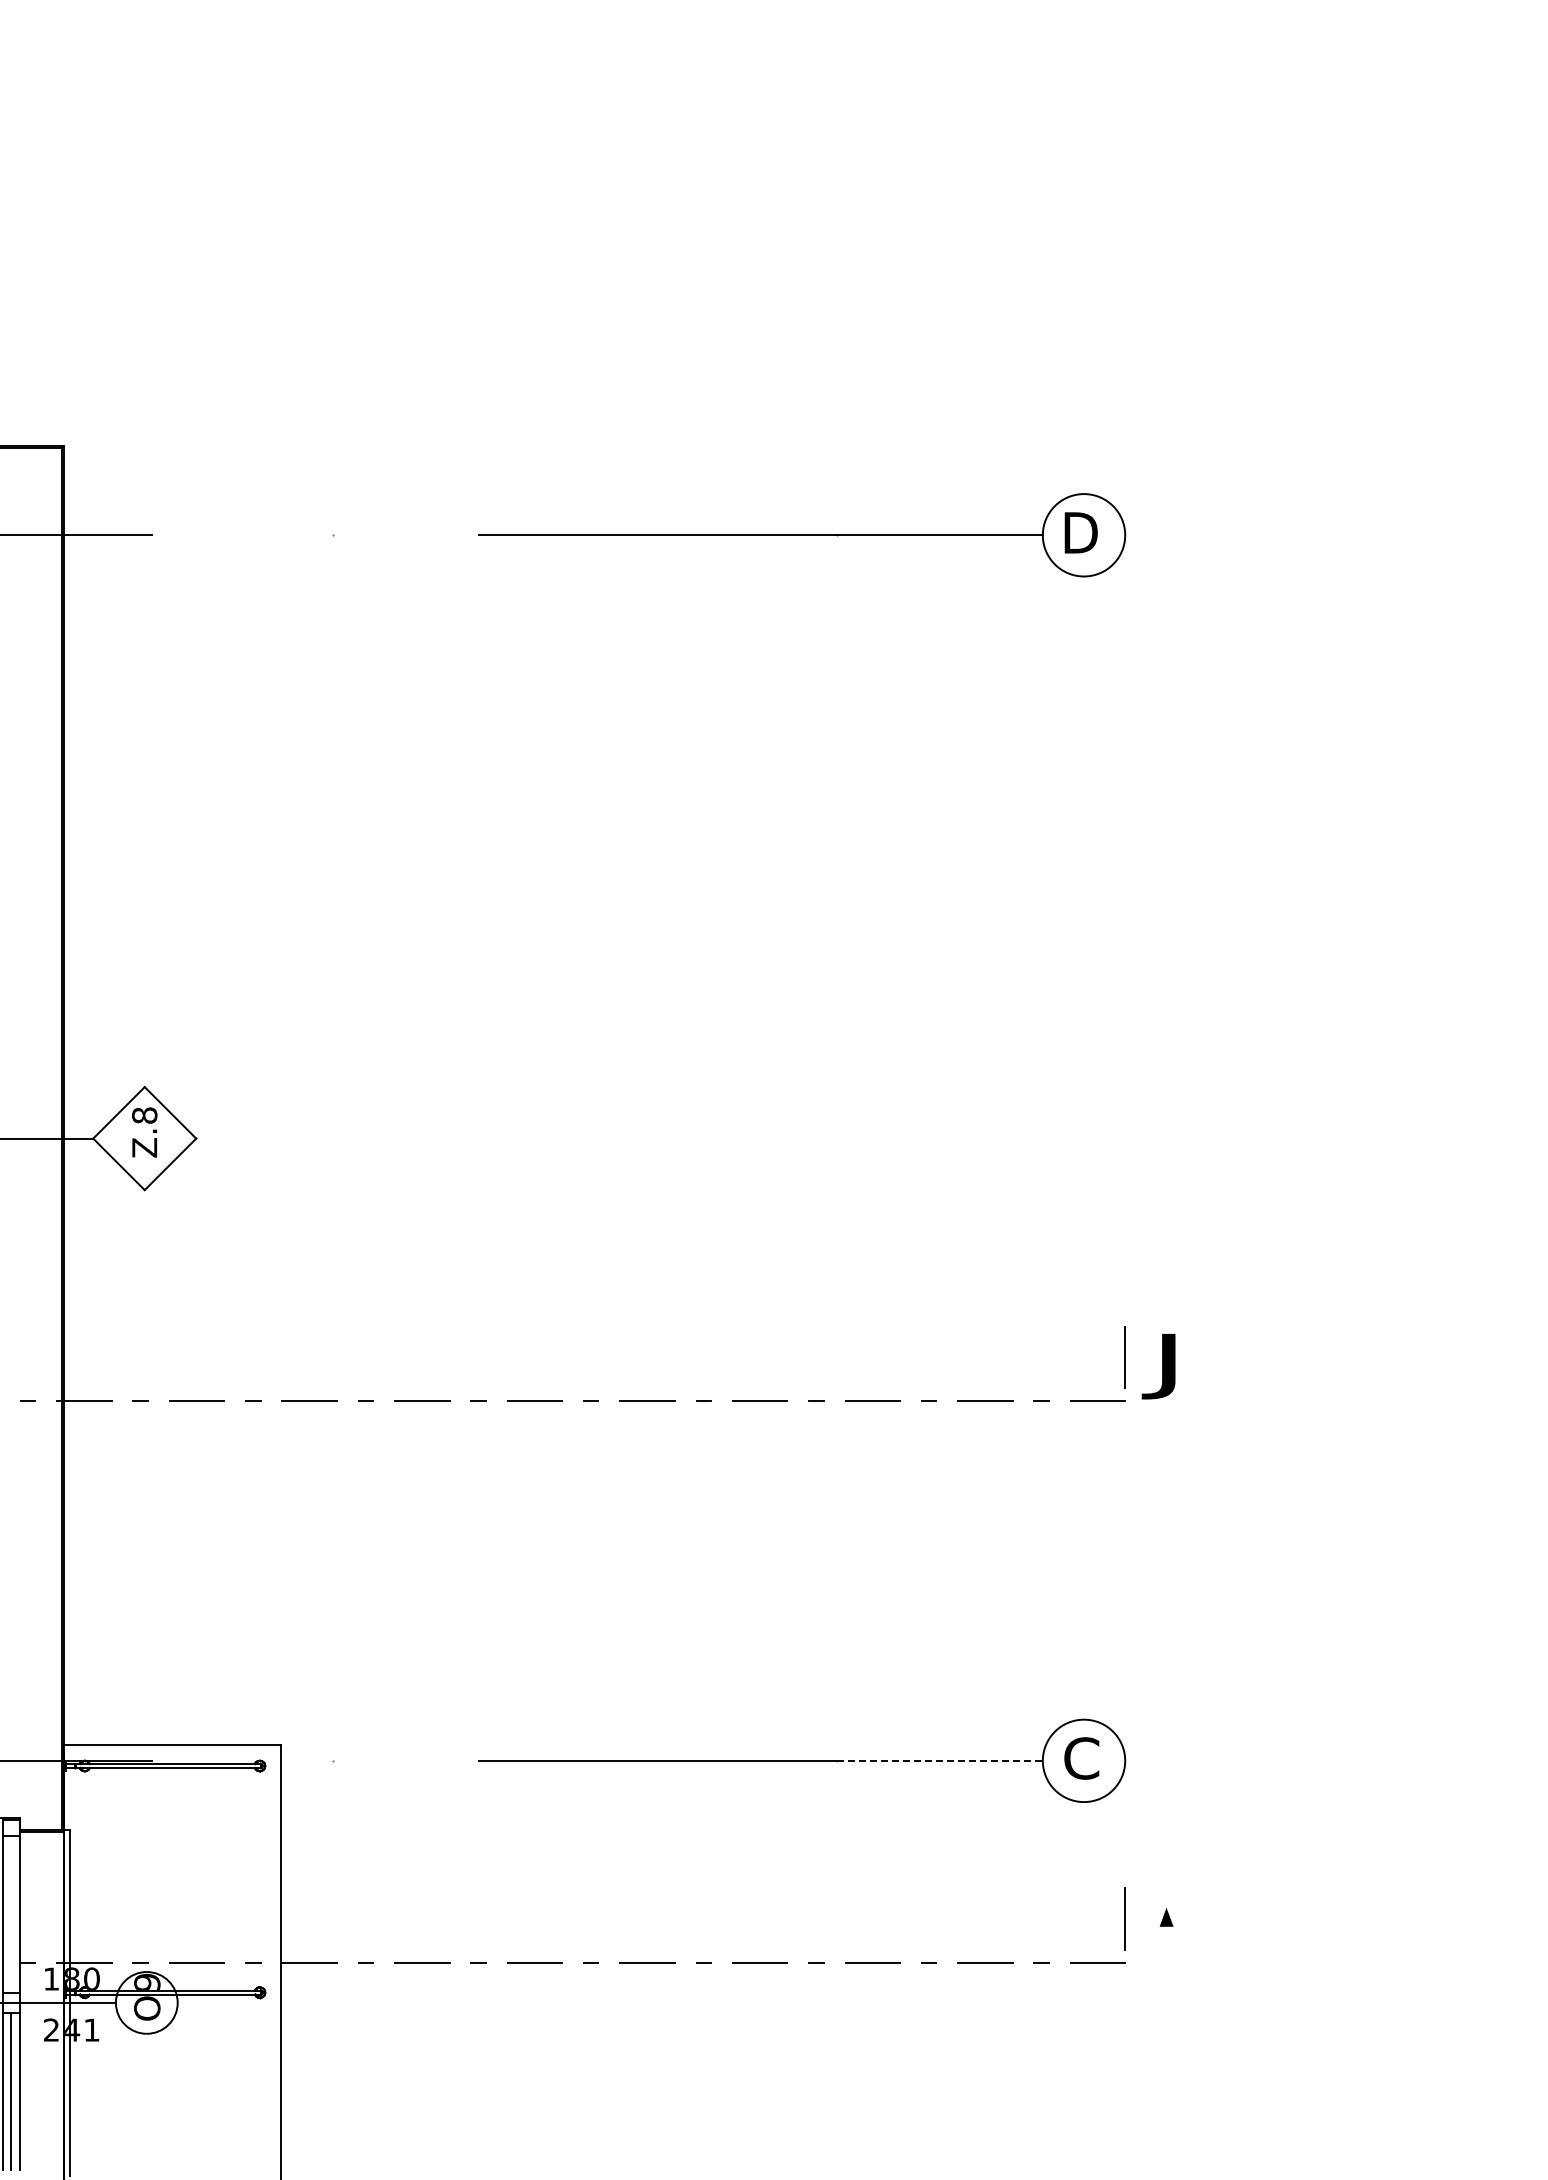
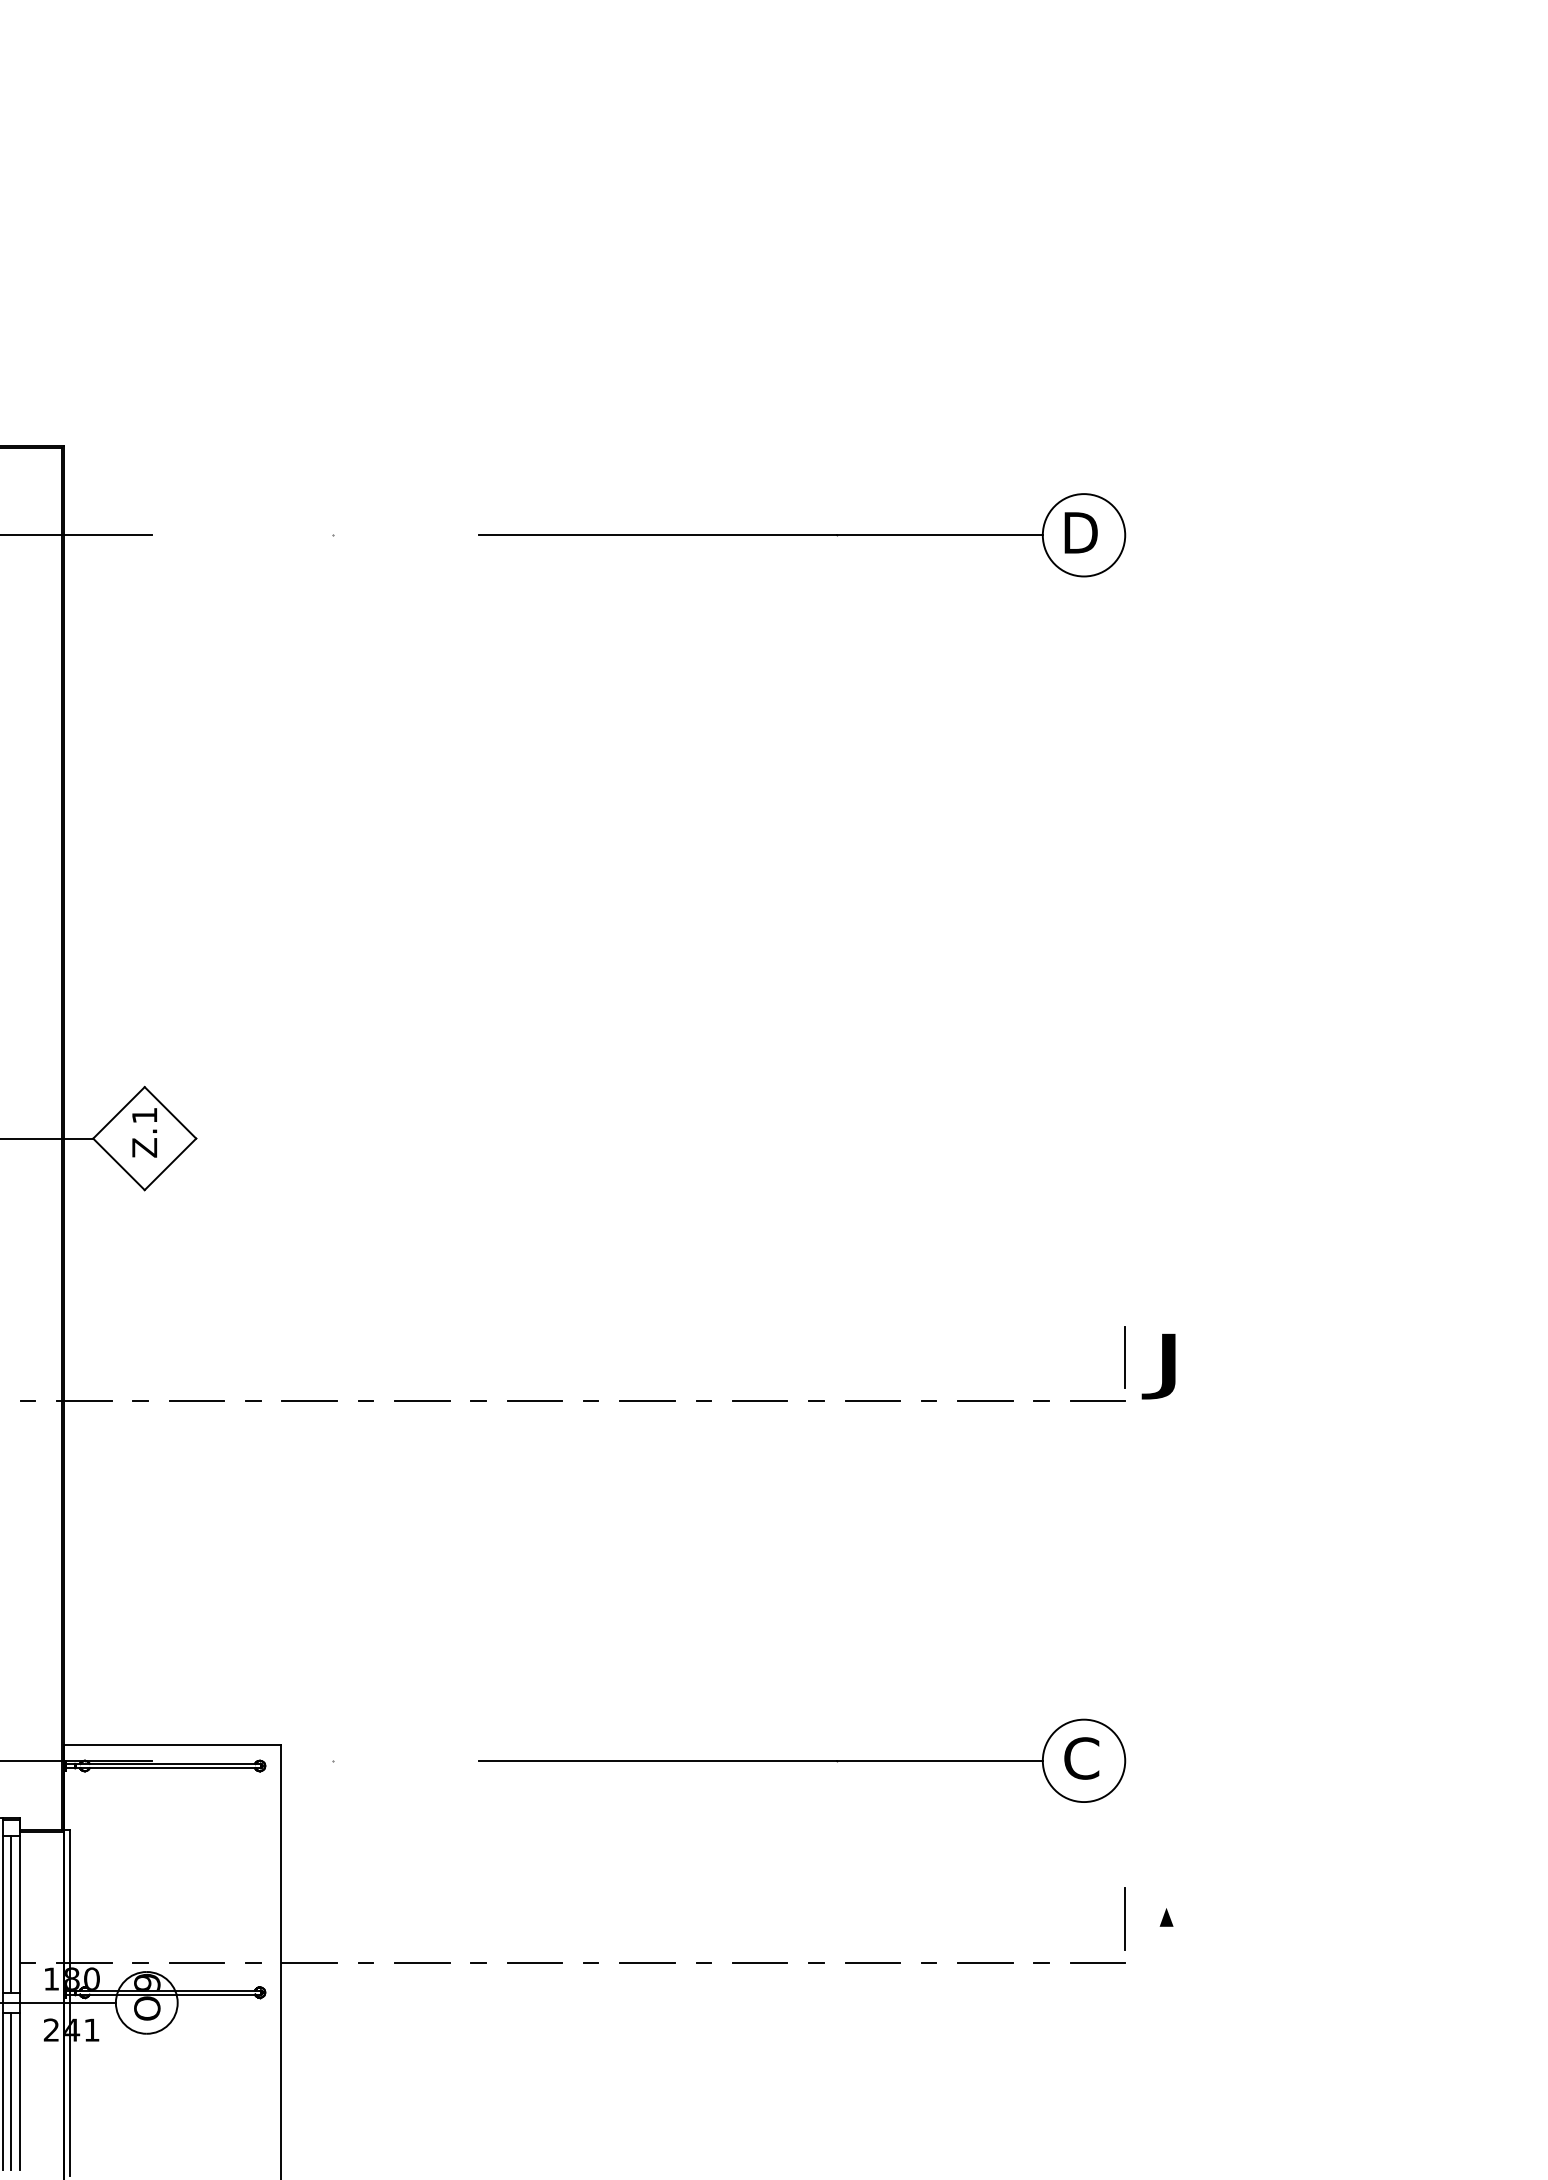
text at (144, 1115): Z.8 -> Z.1
line at (939, 1760): dashed -> solid
line at (11, 1914): none -> present
